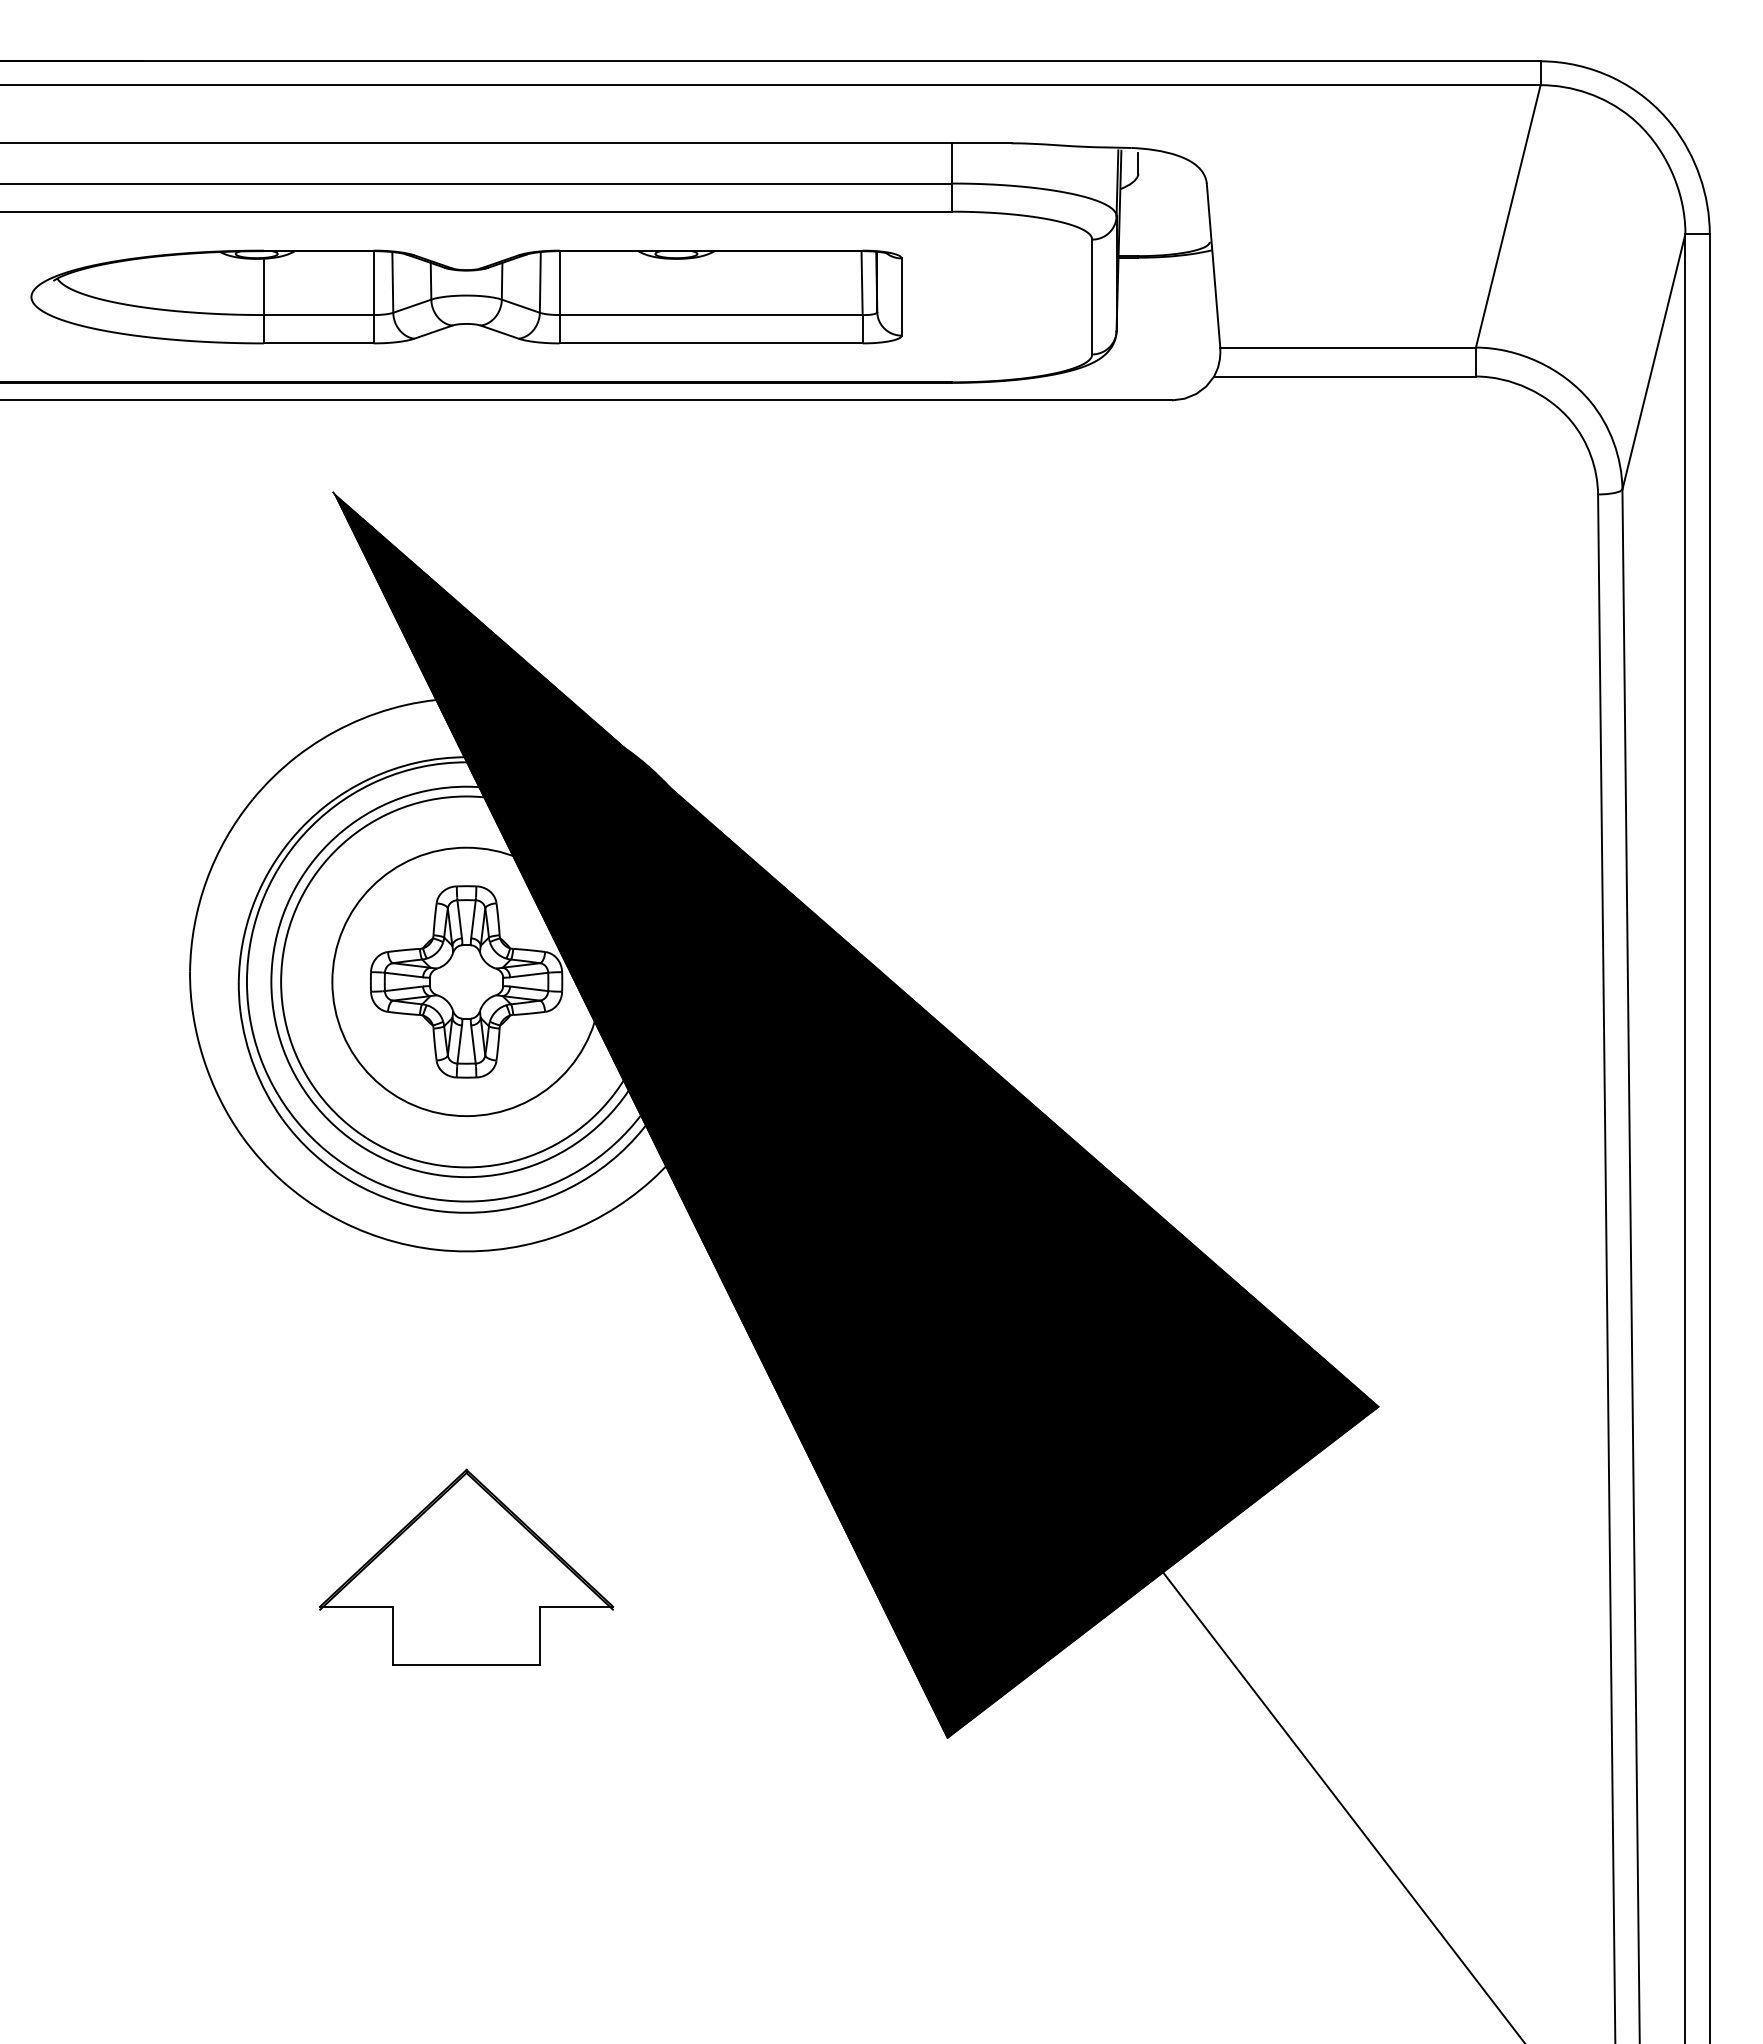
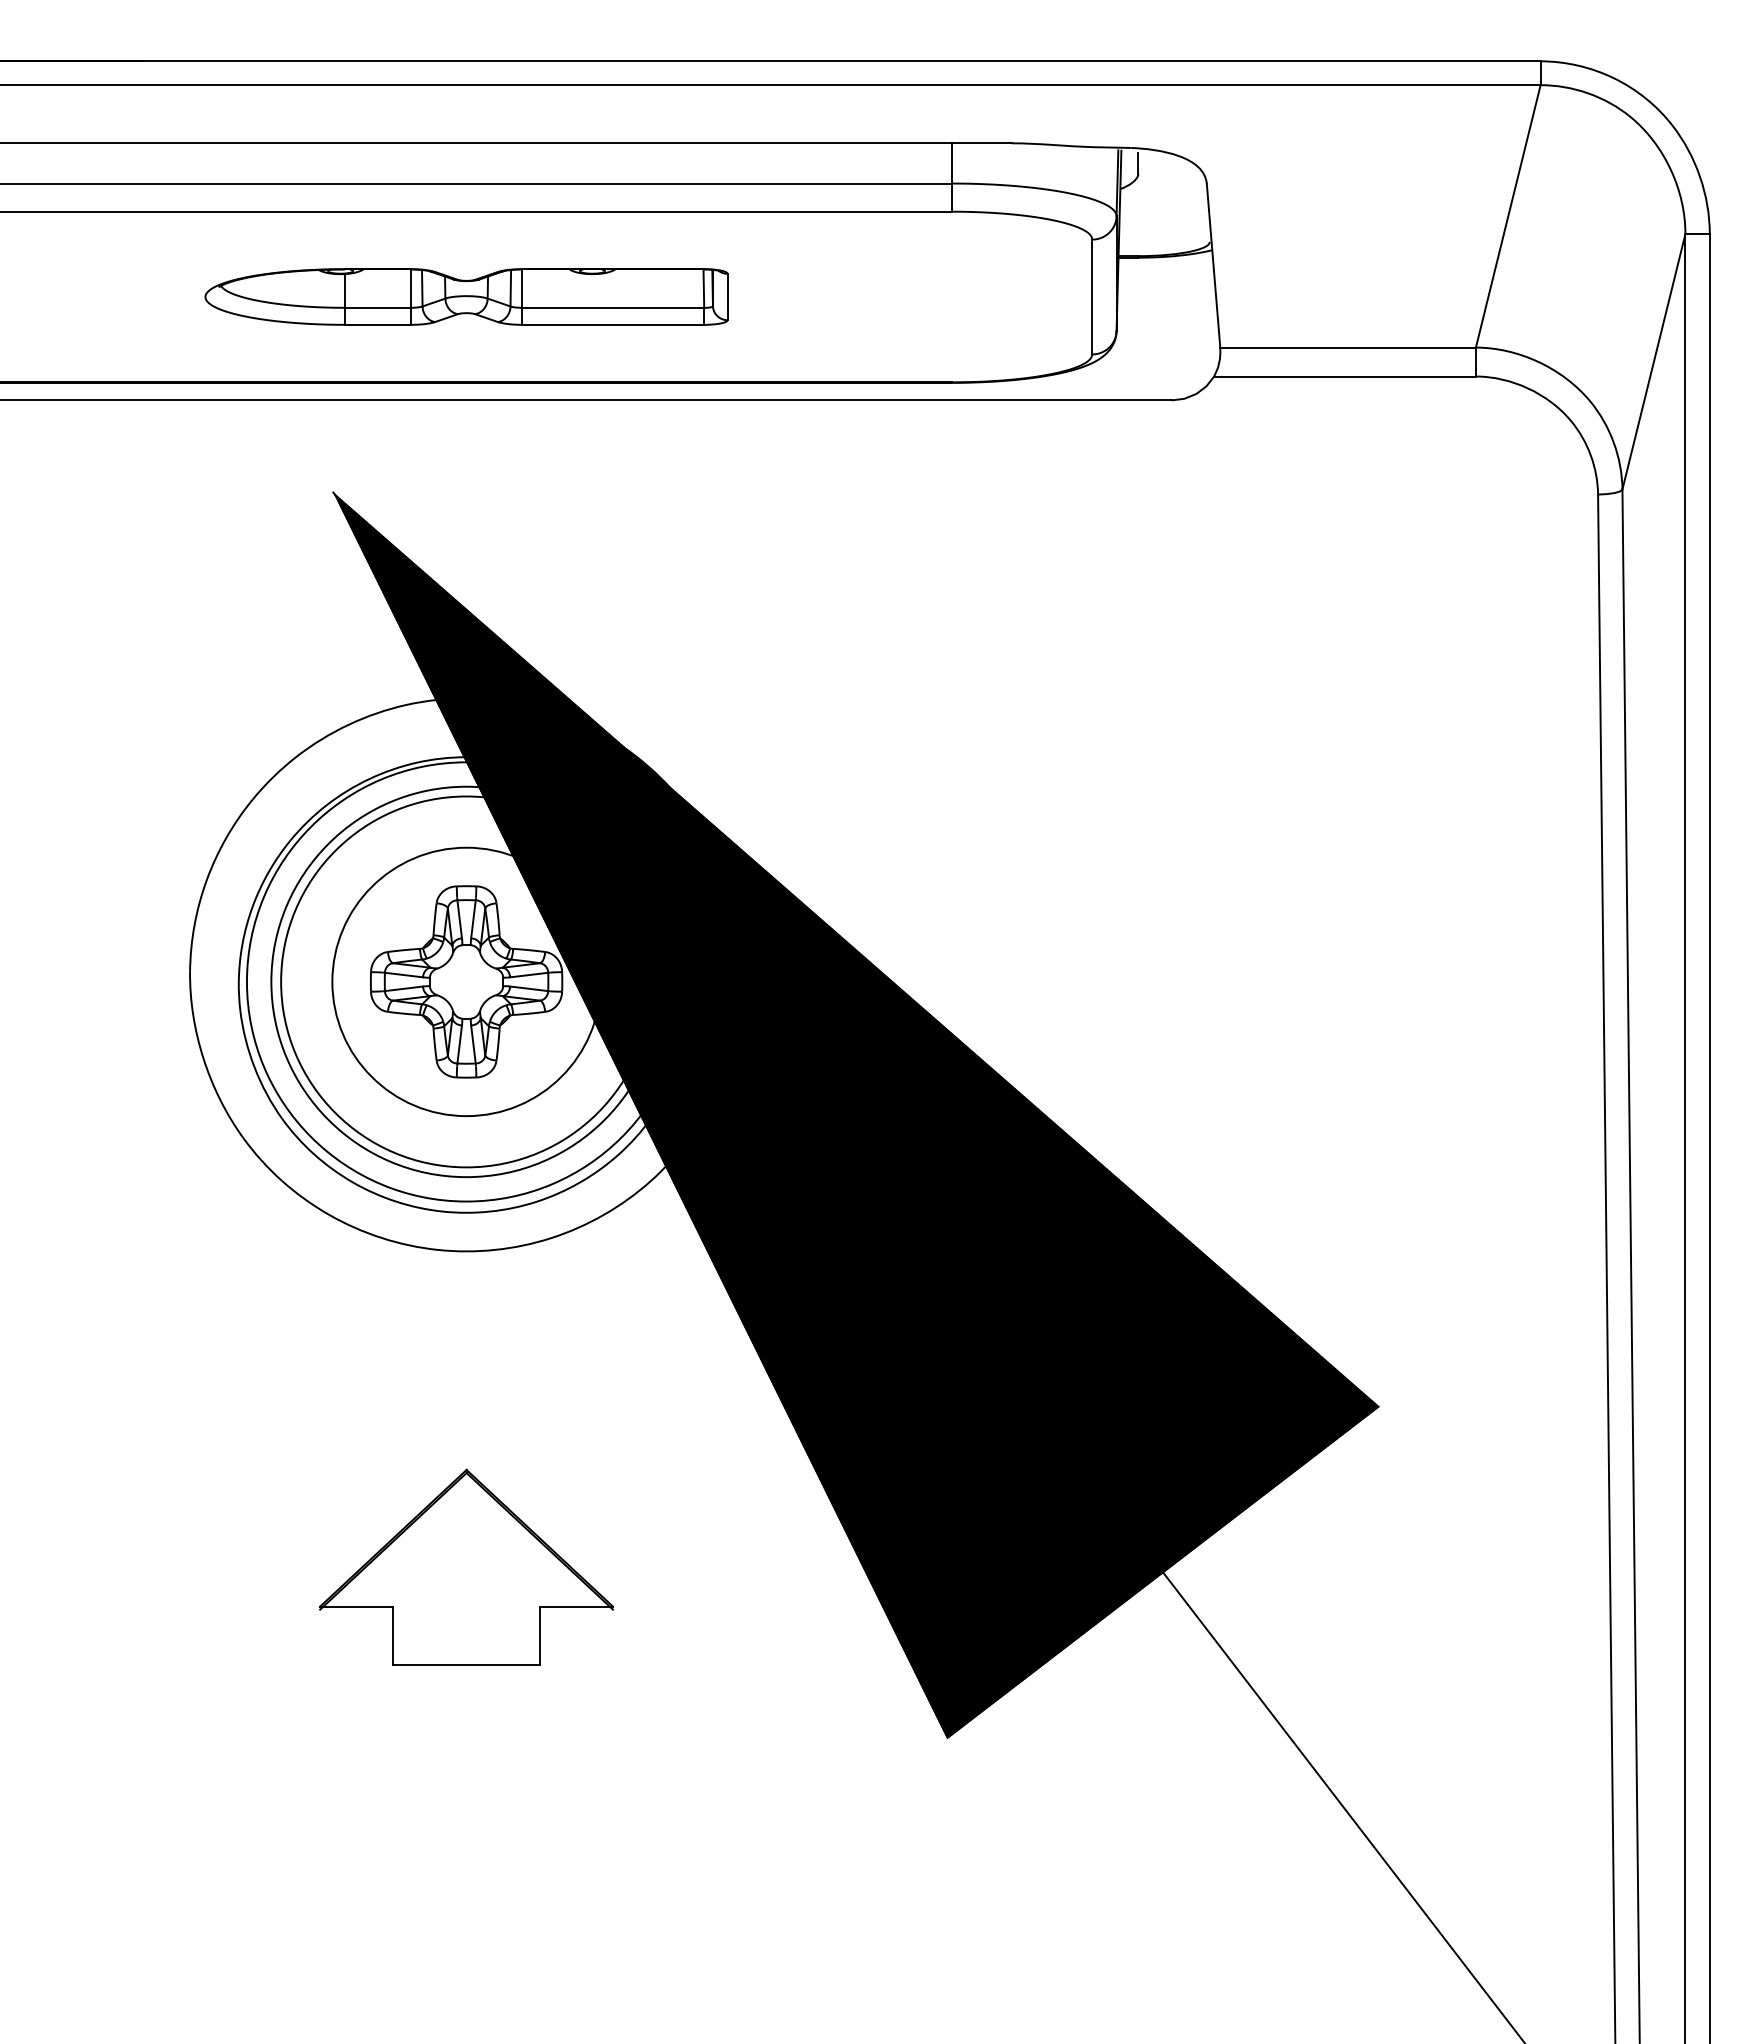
part at (466, 296) size: 873x96 px -> 525x58 px
